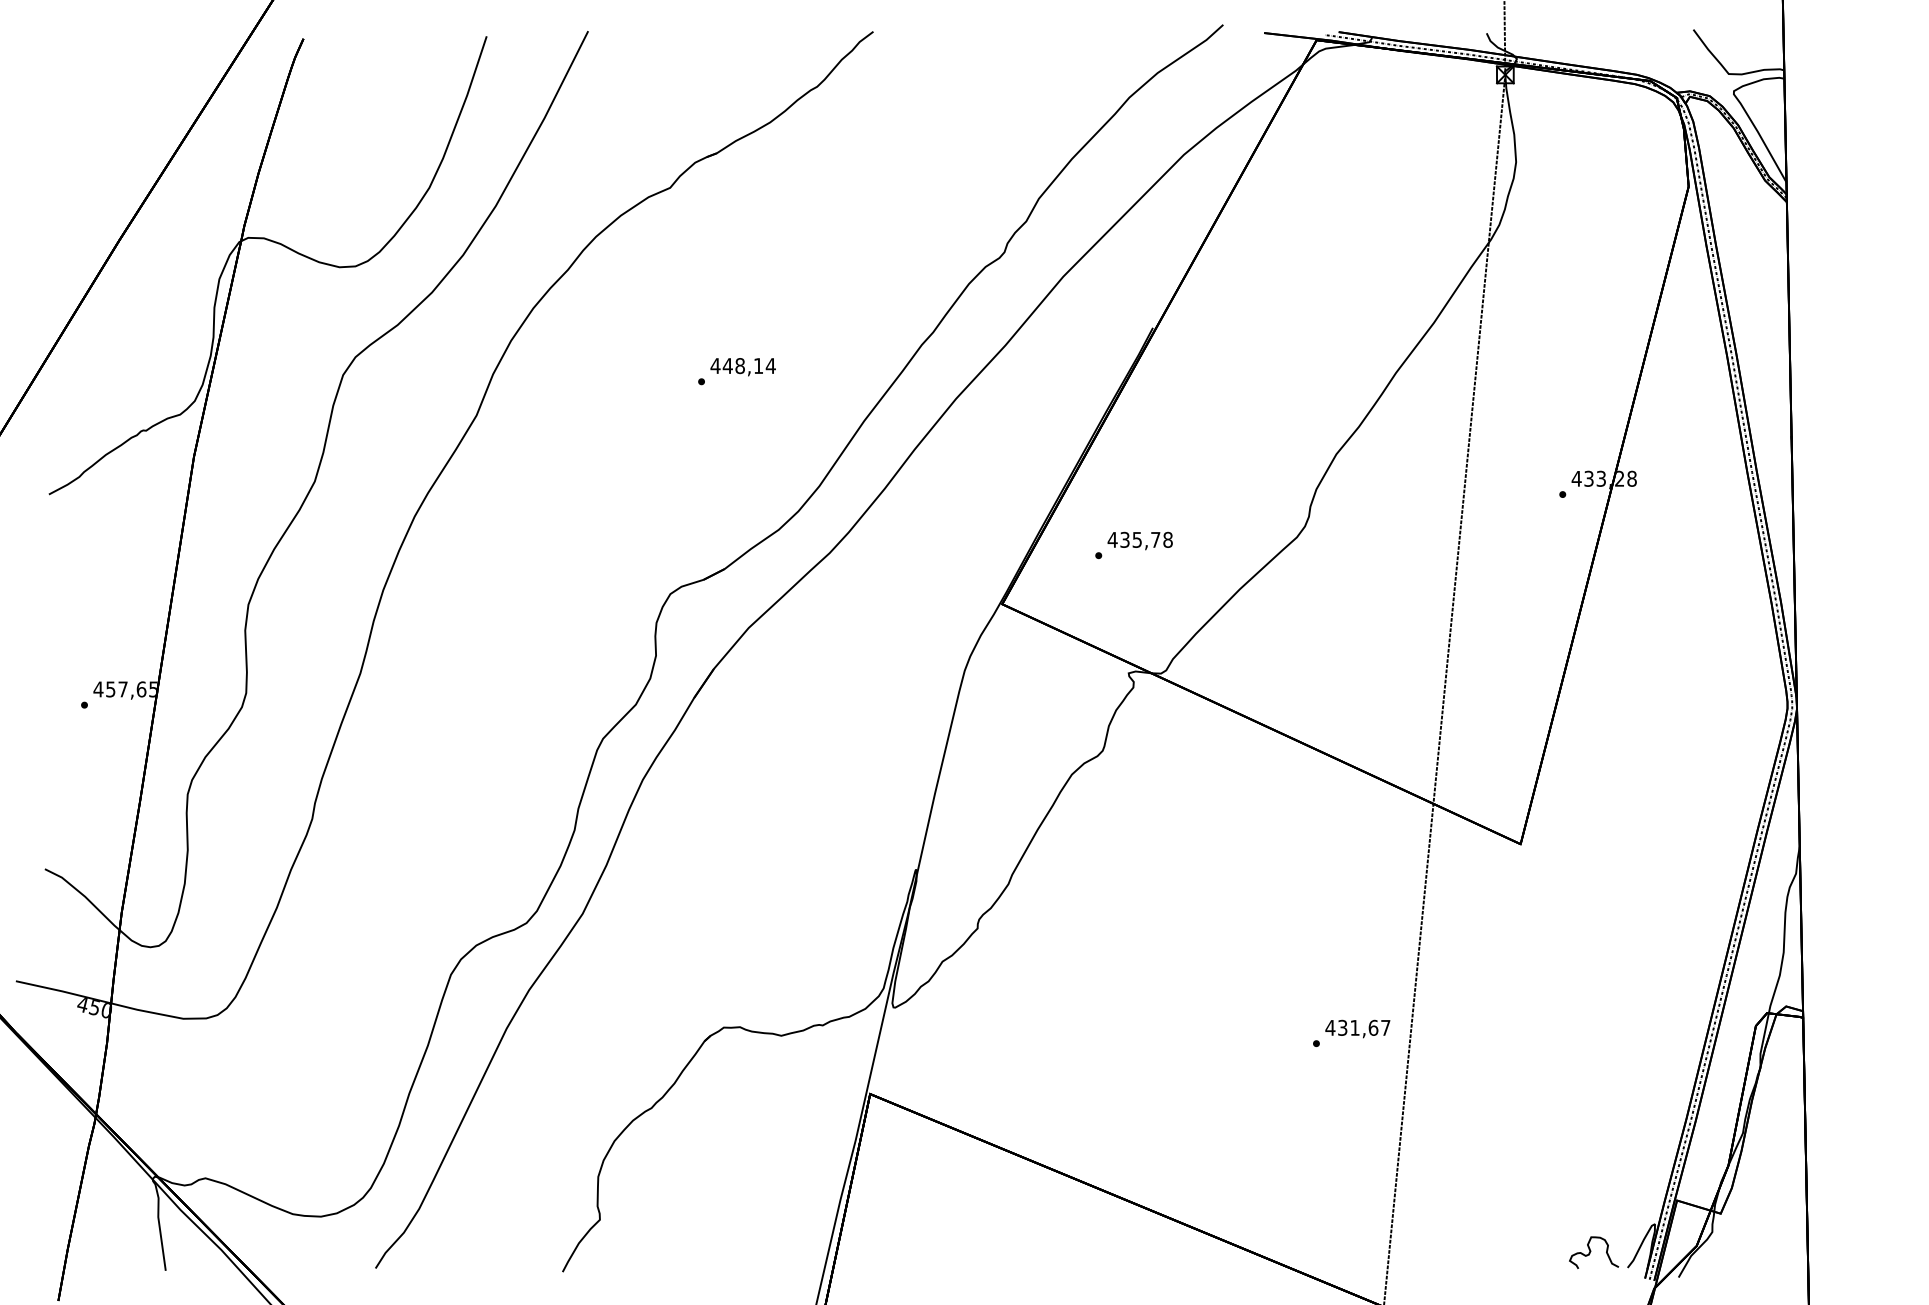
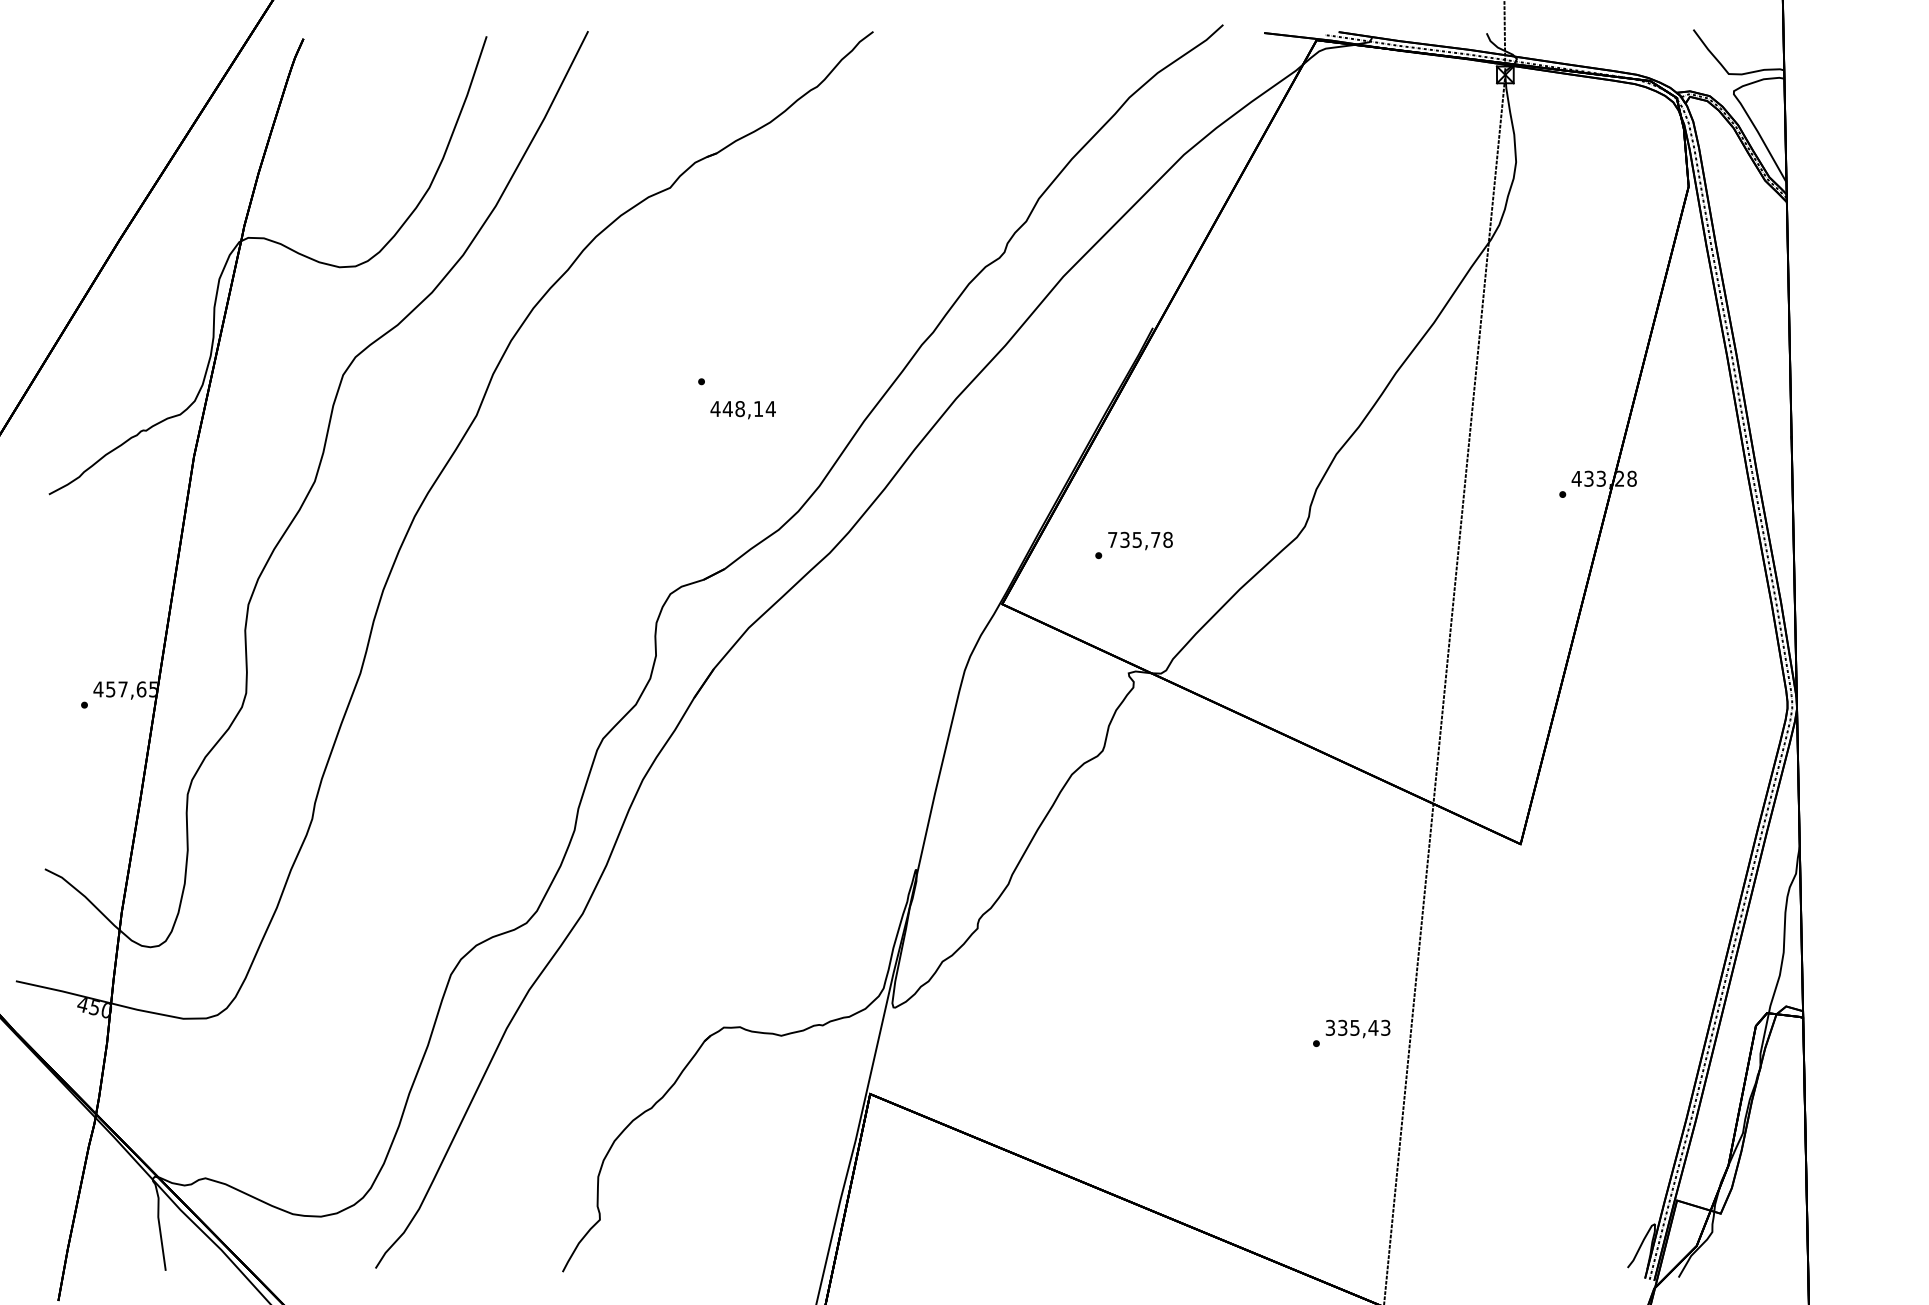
text at (742, 367) position: (742, 367) -> (742, 410)
text at (1112, 539): 435,78 -> 735,78
text at (1357, 1027): 431,67 -> 335,43
curve at (1591, 1251): present -> none
